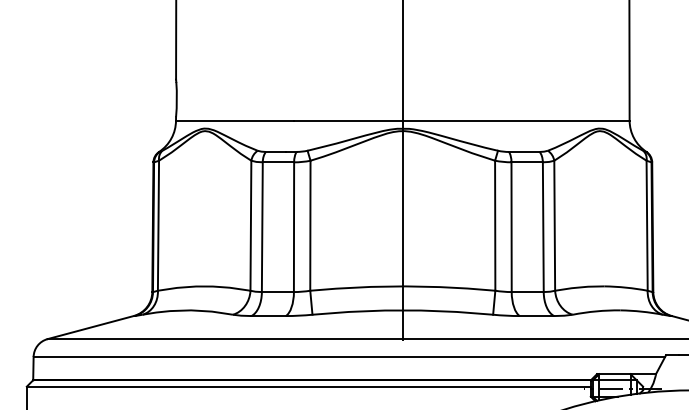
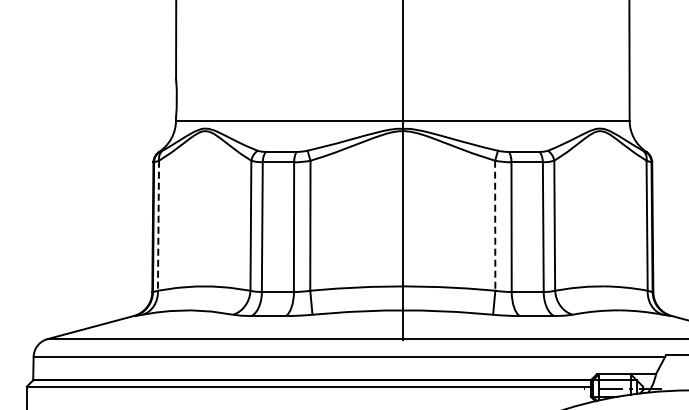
line at (158, 226): solid -> dashed
line at (495, 226): solid -> dashed
